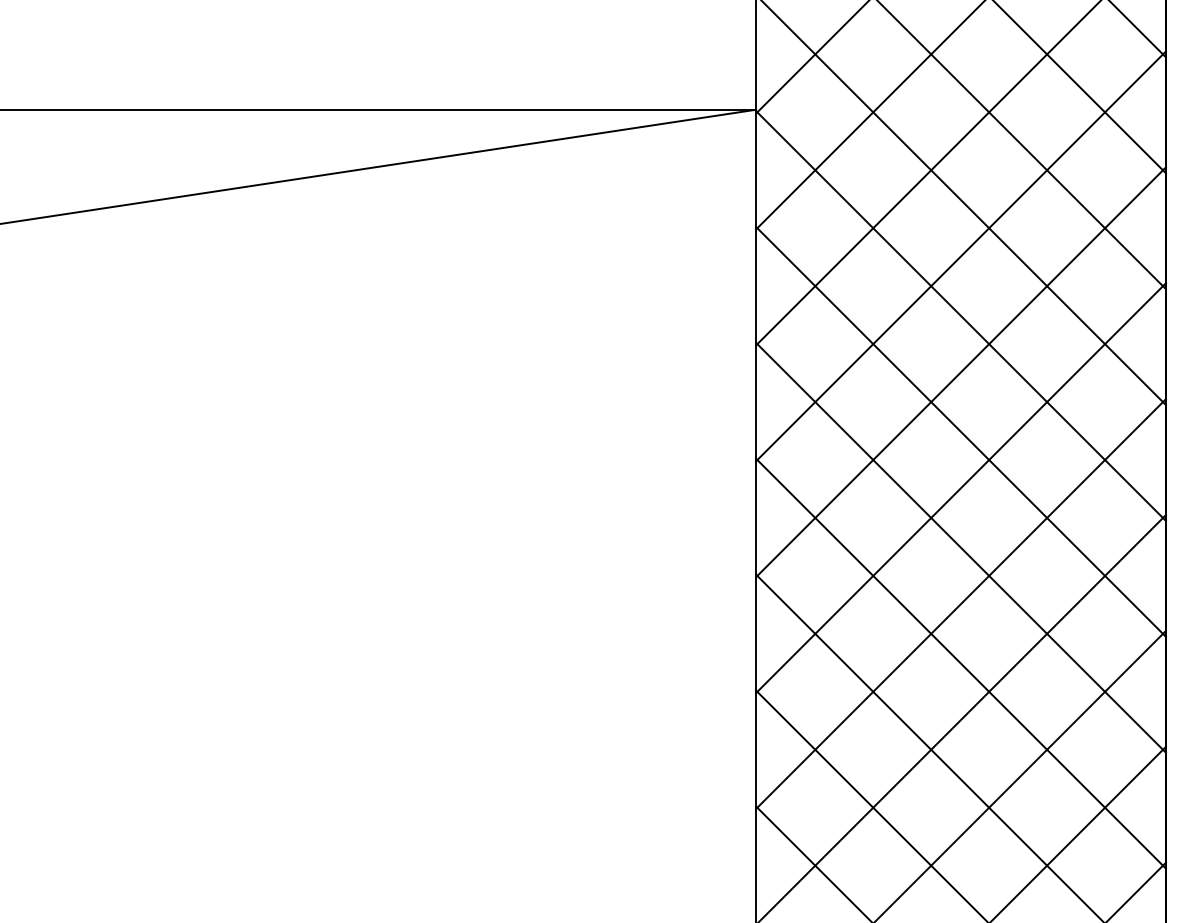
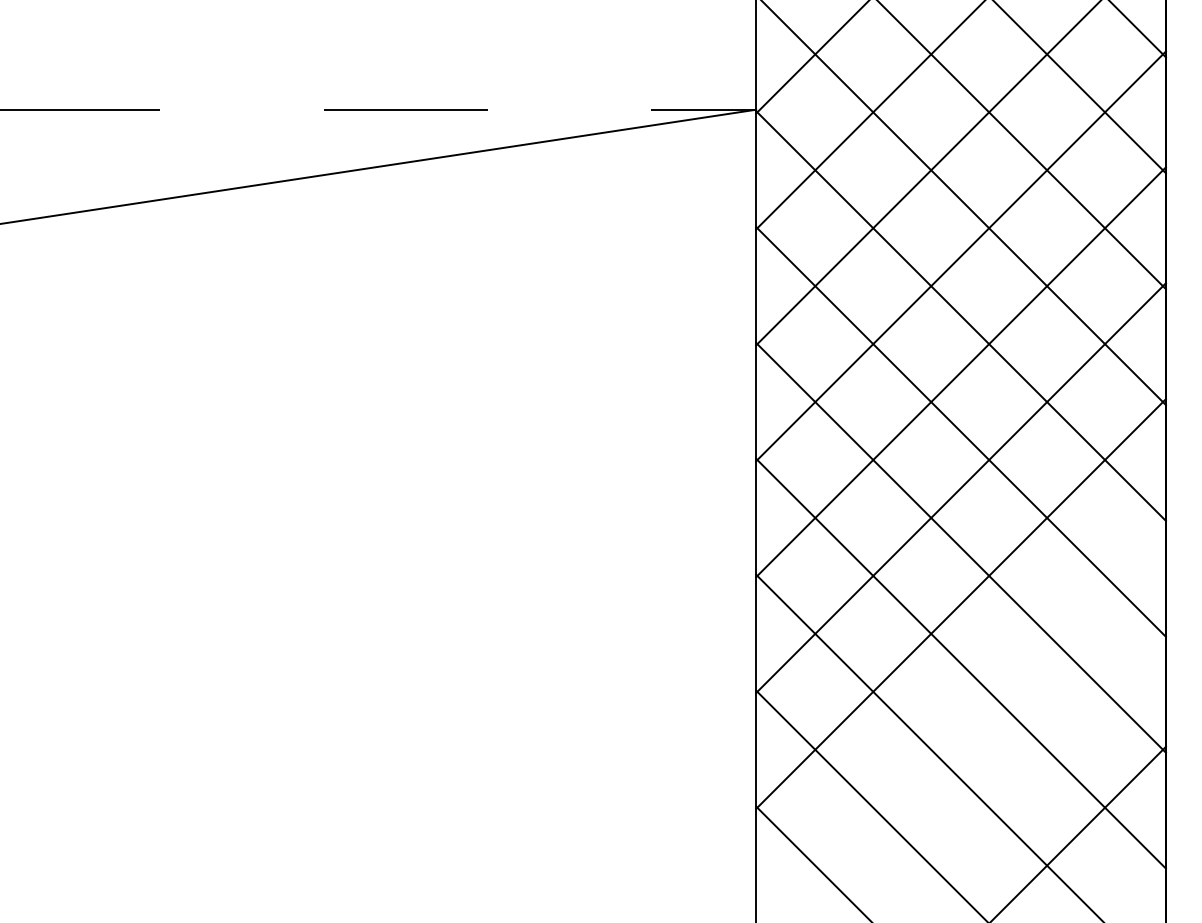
line at (378, 109): solid -> dashed
line at (963, 717): present -> none
line at (1021, 774): present -> none
line at (1137, 890): present -> none
